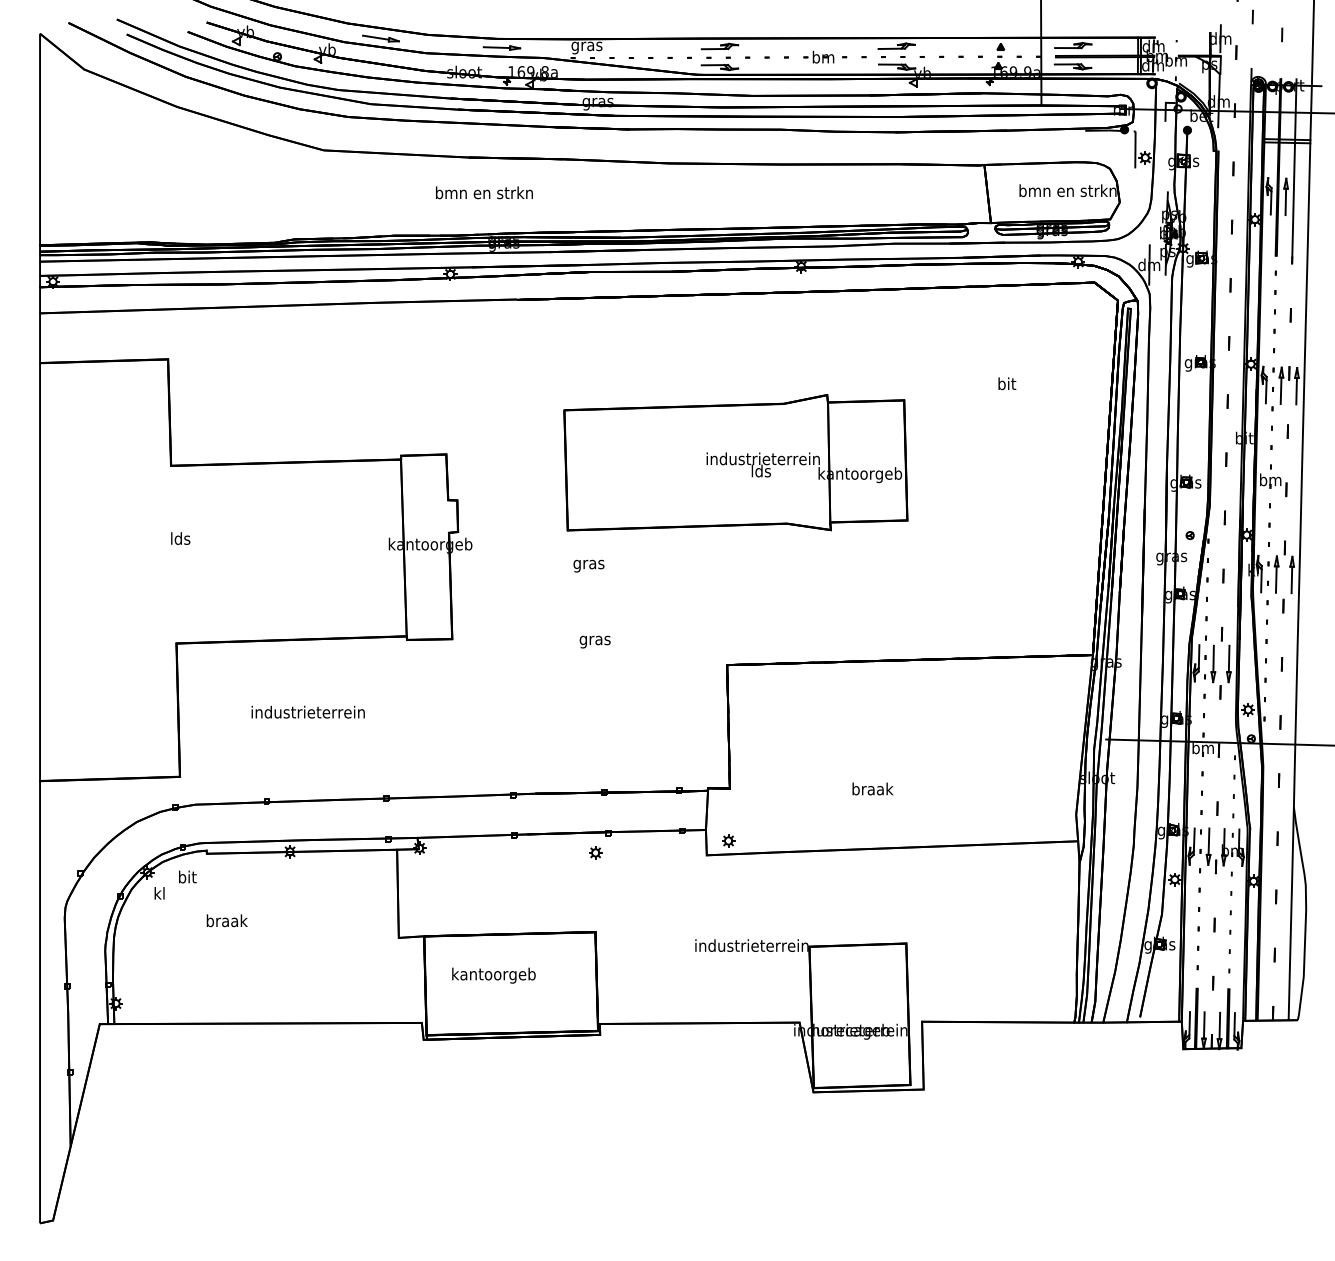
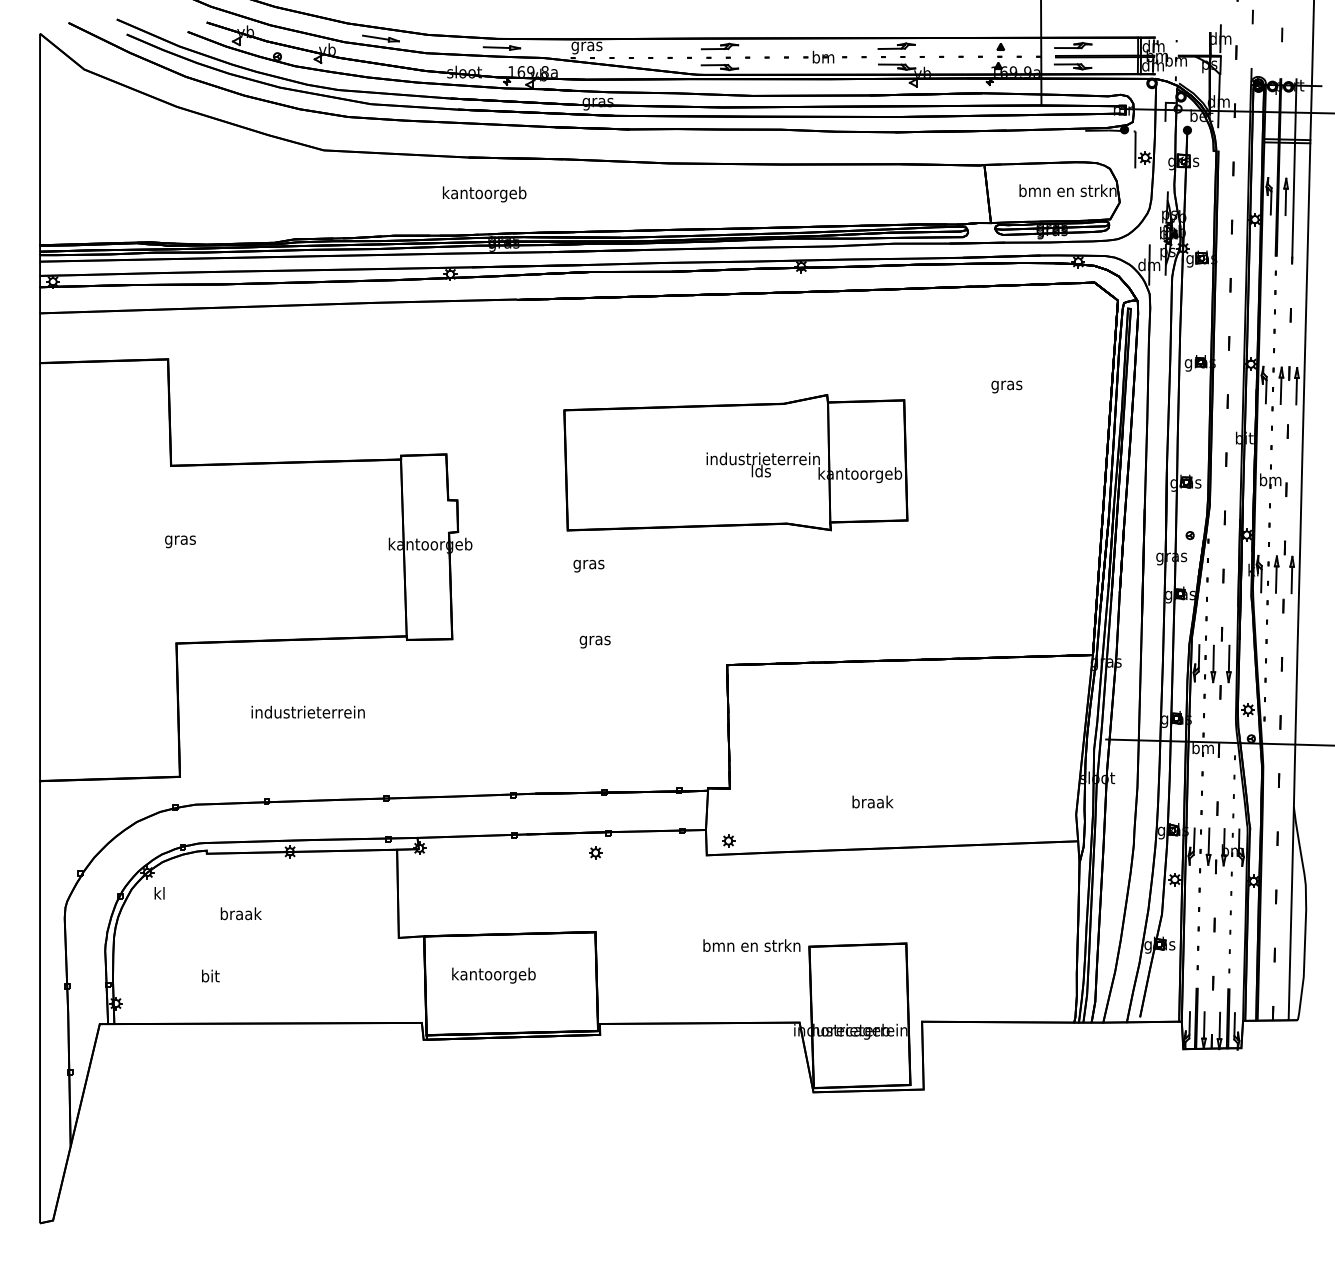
text at (484, 194): bmn en strkn -> kantoorgeb
text at (1006, 385): bit -> gras
text at (180, 540): lds -> gras
text at (872, 788) position: (872, 788) -> (872, 801)
text at (187, 876) position: (187, 876) -> (210, 975)
text at (226, 920) position: (226, 920) -> (240, 913)
text at (751, 945): industrieterrein -> bmn en strkn
